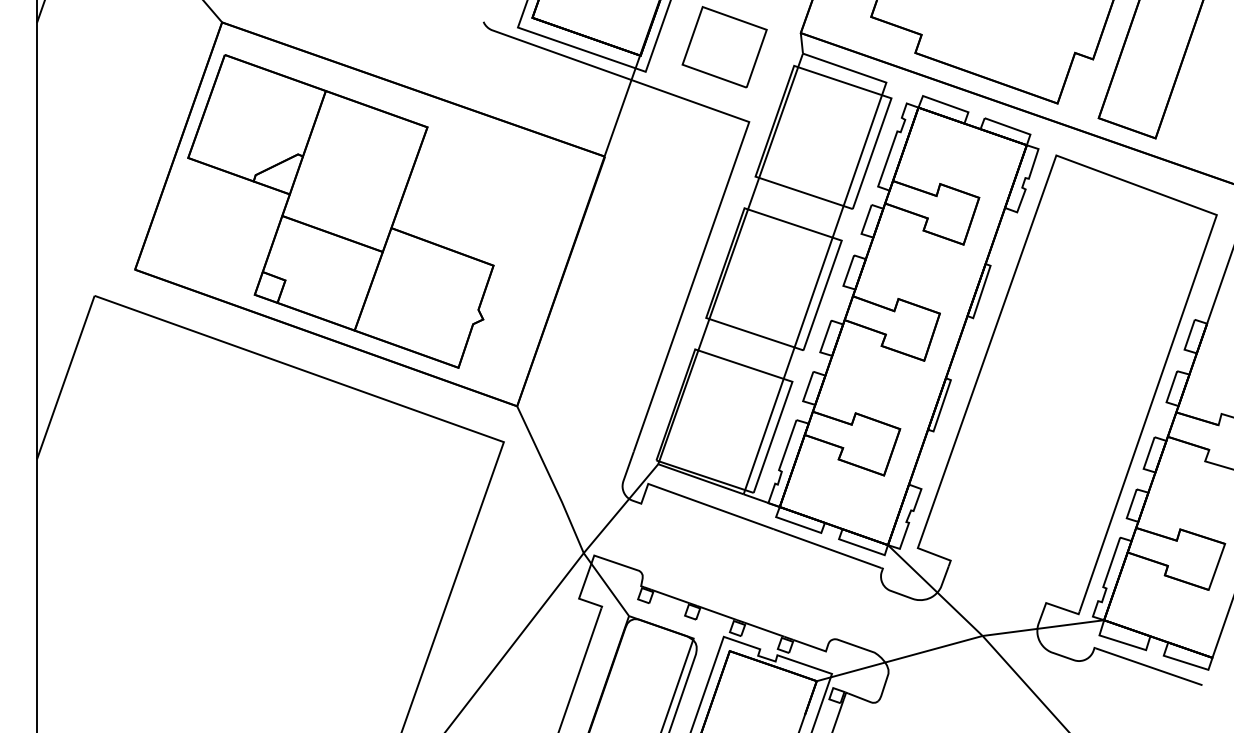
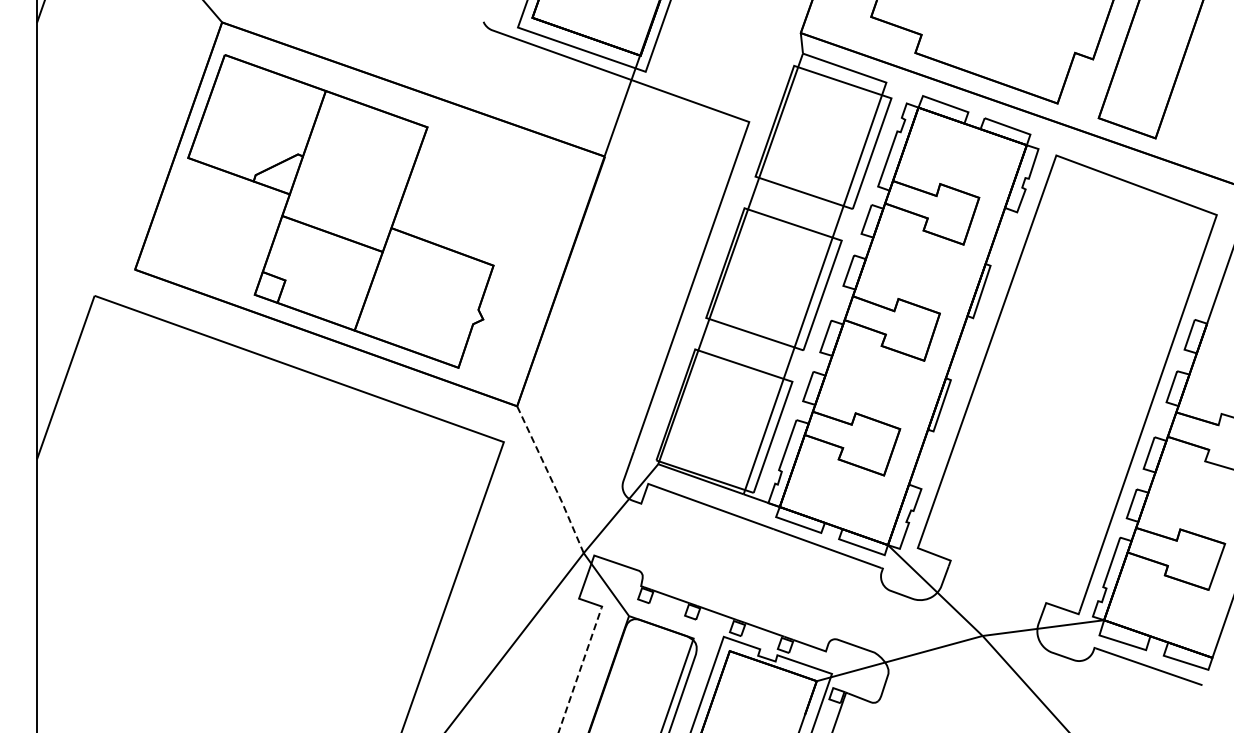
part at (724, 47): present -> none
line at (551, 479): solid -> dashed
line at (579, 670): solid -> dashed
